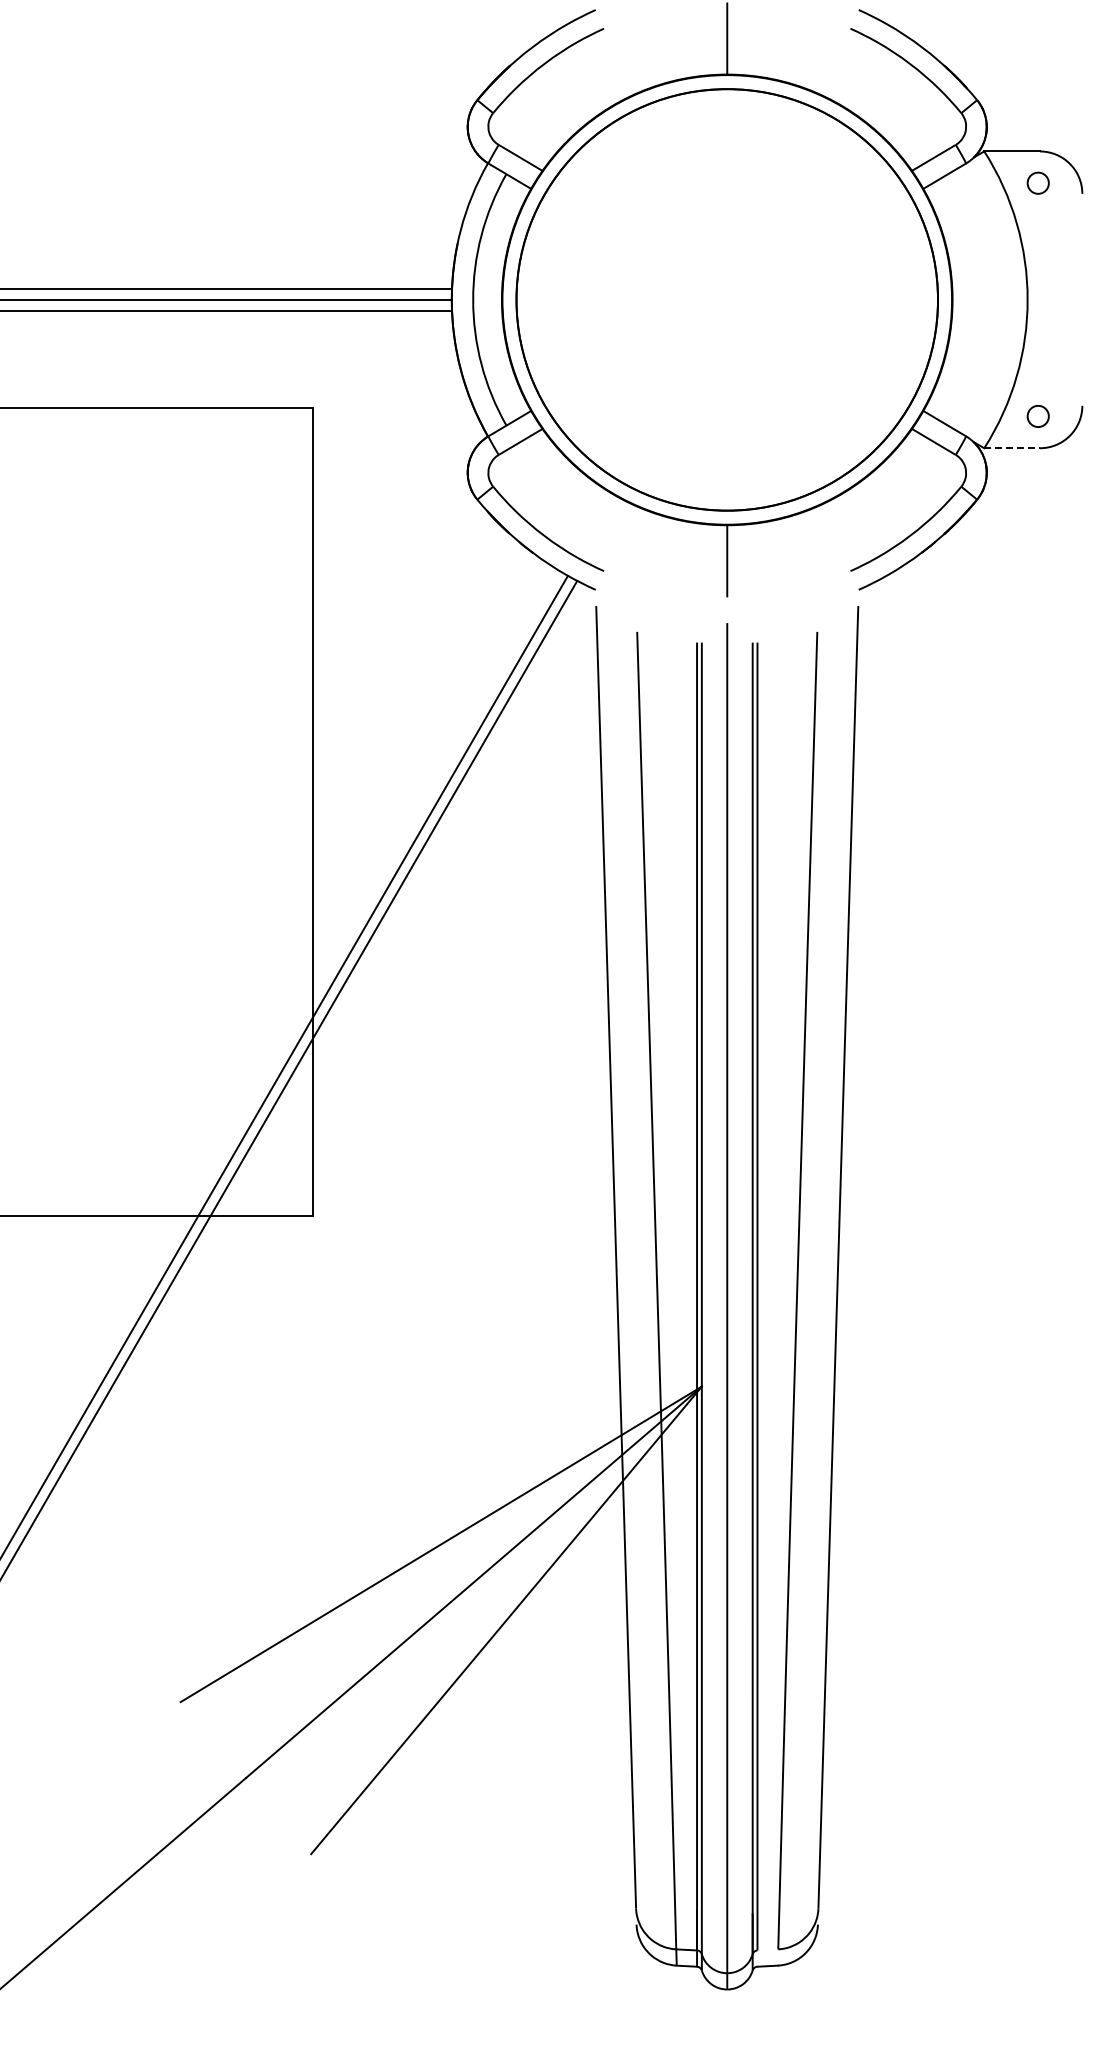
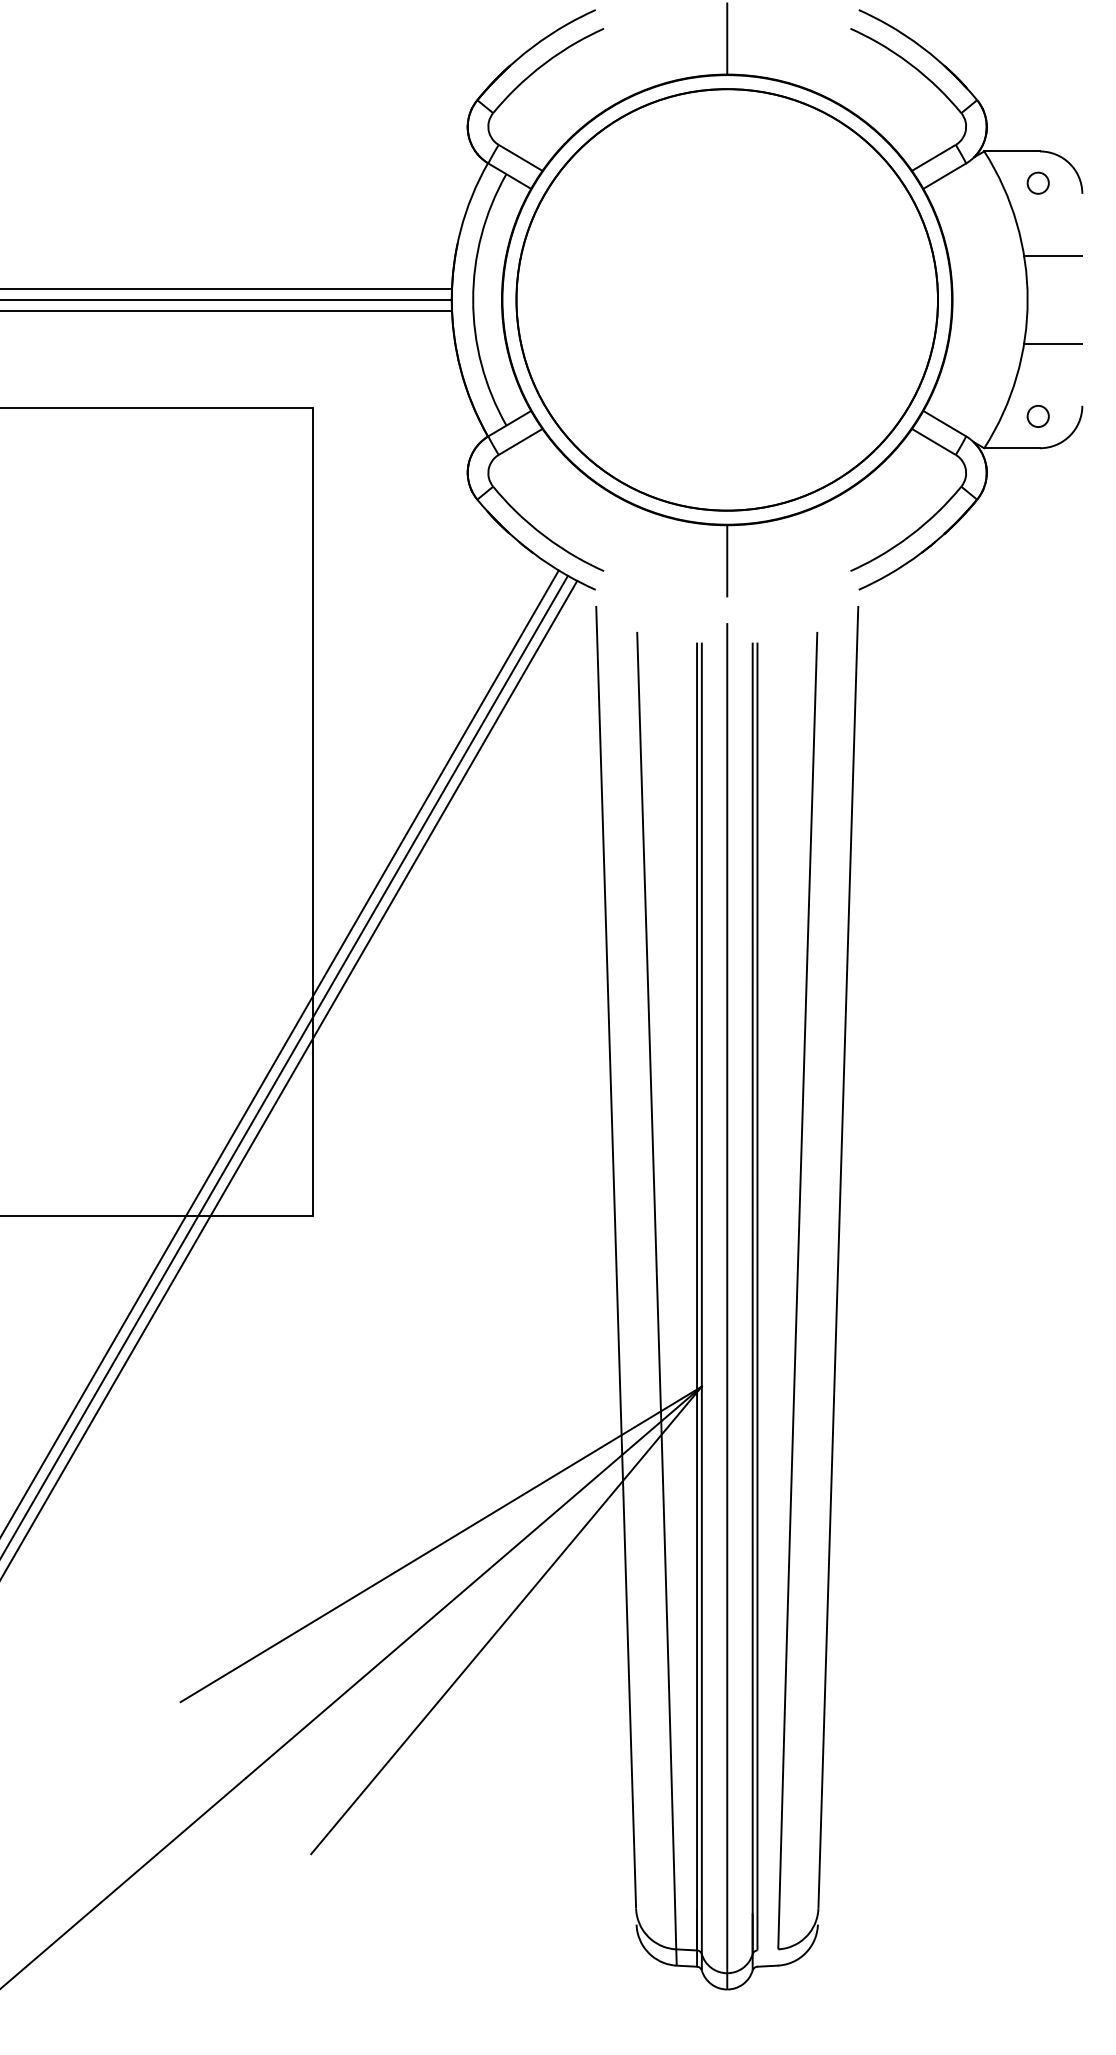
line at (1053, 255): none -> present
line at (1053, 343): none -> present
line at (1012, 448): dashed -> solid
line at (280, 1052): none -> present
